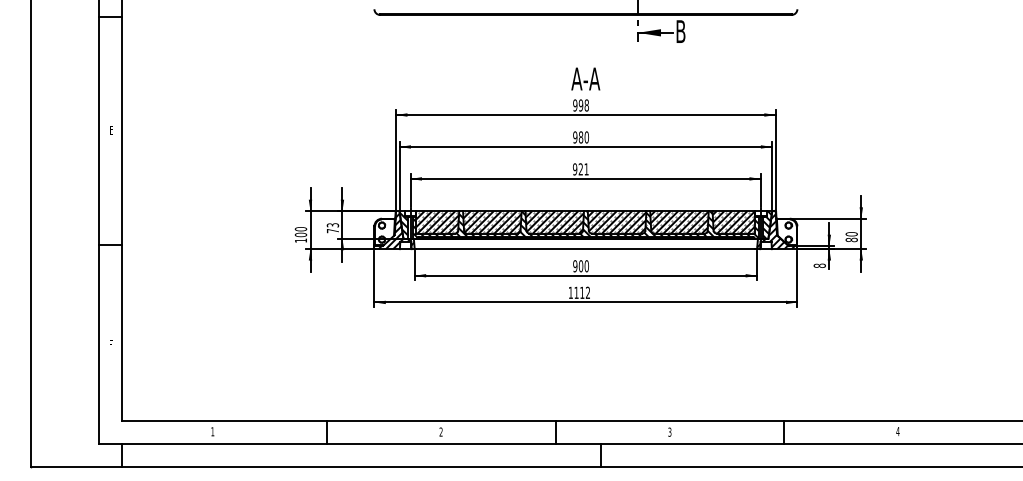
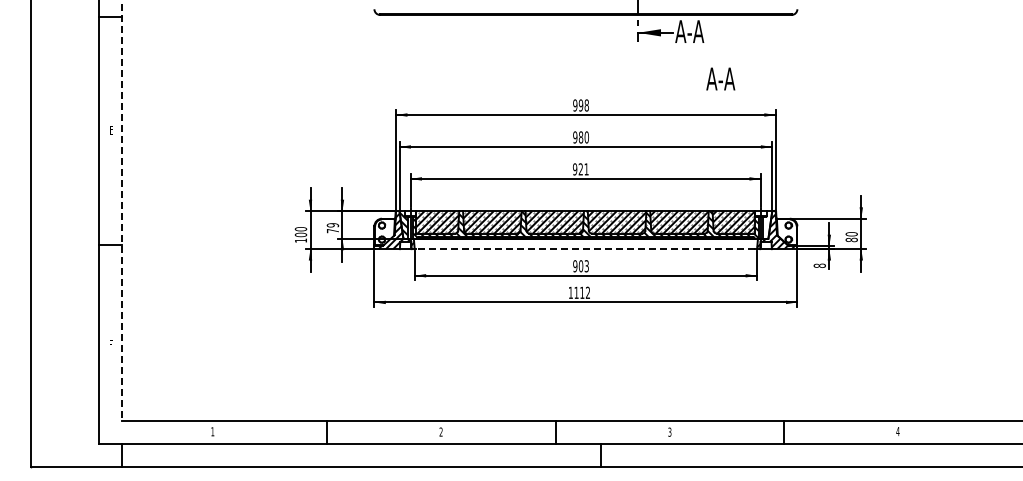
text at (689, 31): B -> A-A
text at (585, 78) position: (585, 78) -> (720, 78)
line at (121, 211): solid -> dashed
hatch at (767, 224): present -> none
text at (332, 225): 73 -> 79
line at (585, 249): solid -> dashed
text at (586, 266): 900 -> 903
